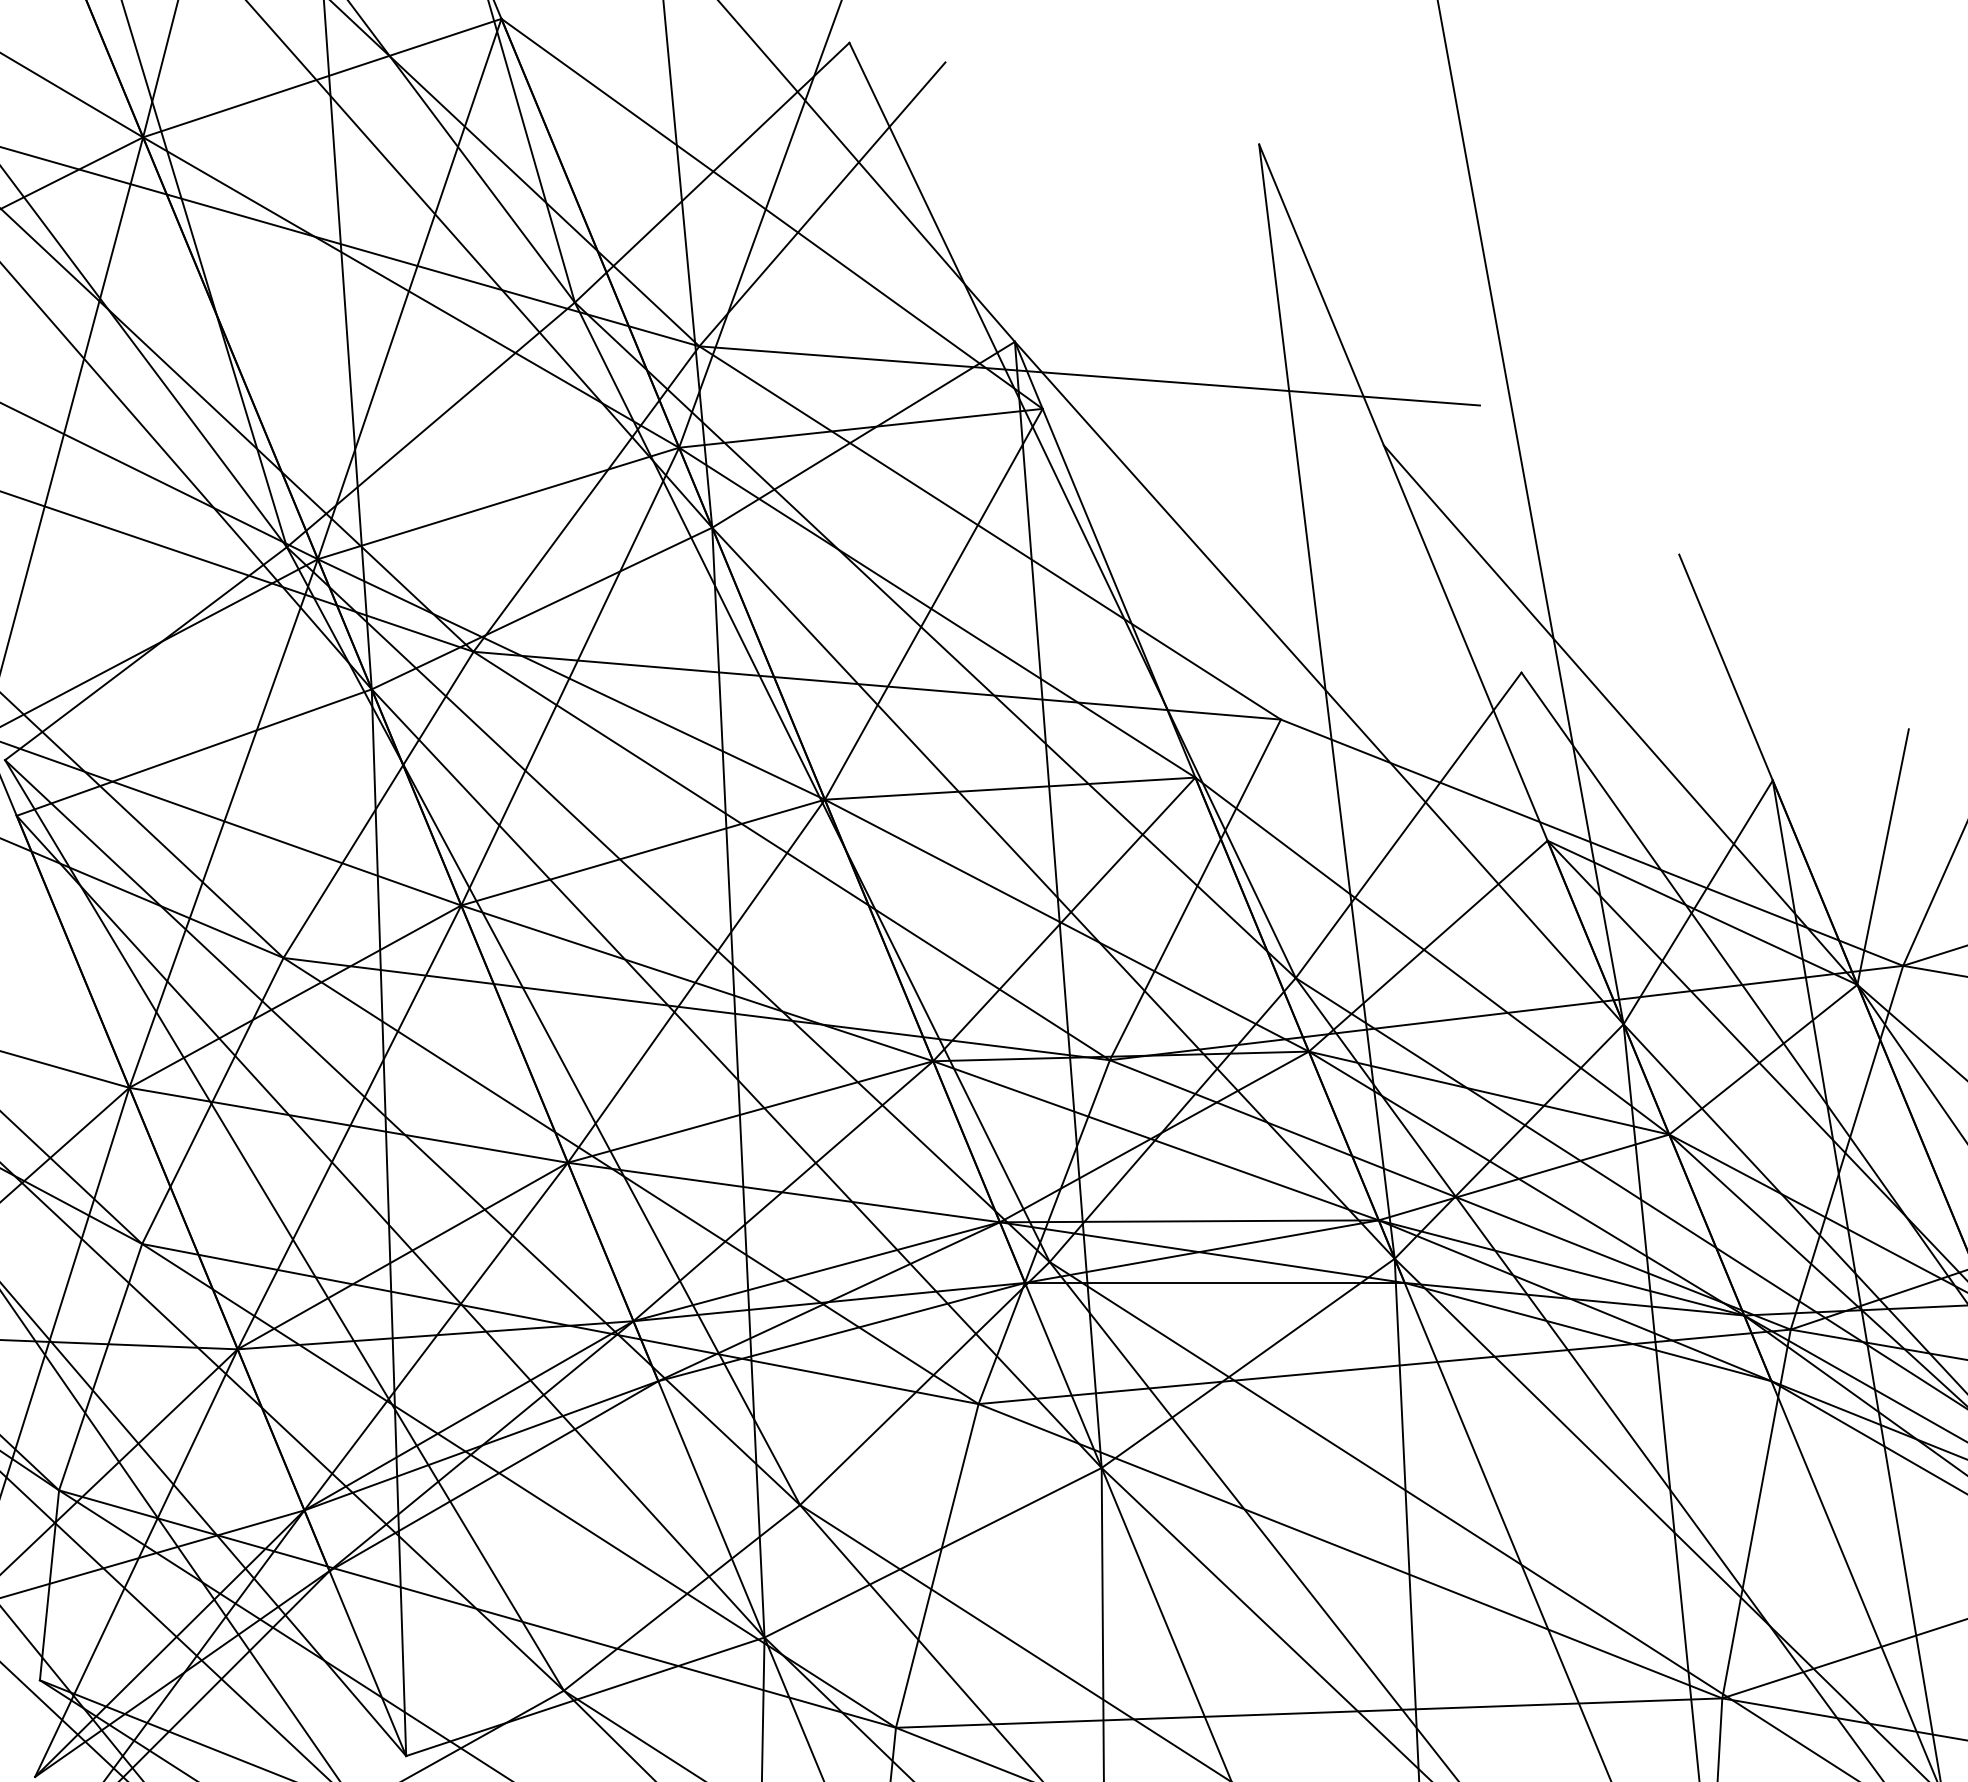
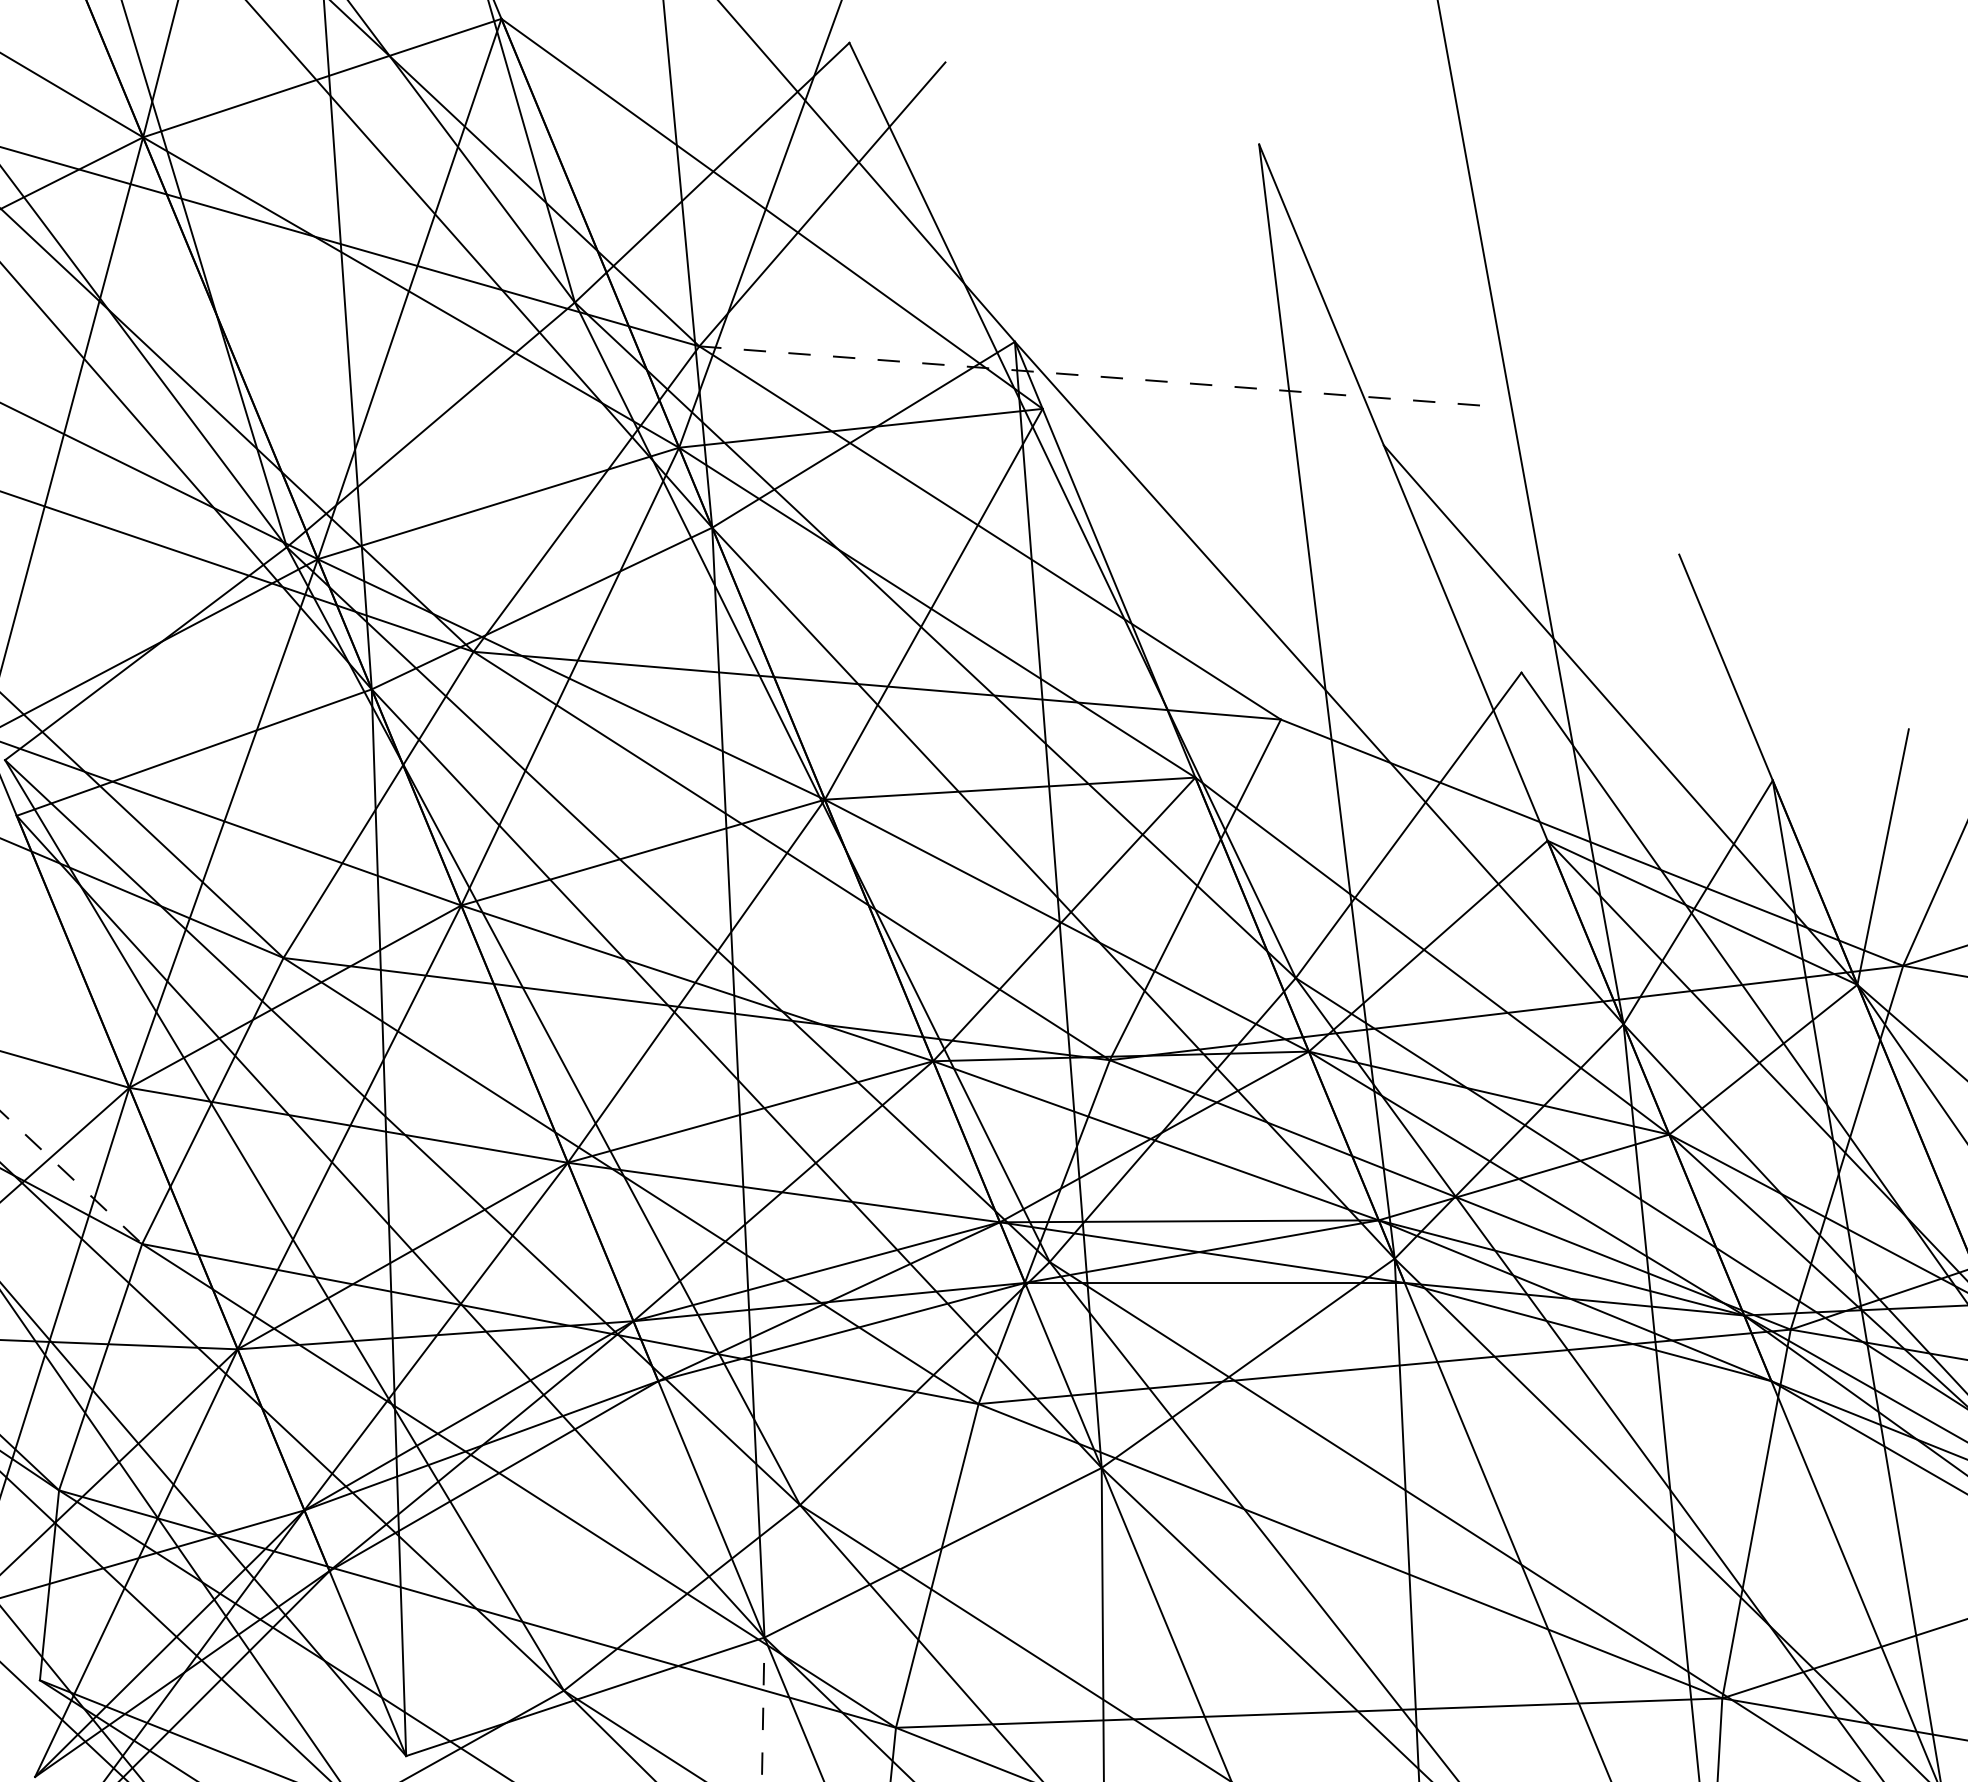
line at (1089, 375): solid -> dashed
line at (71, 1177): solid -> dashed
line at (763, 1709): solid -> dashed
